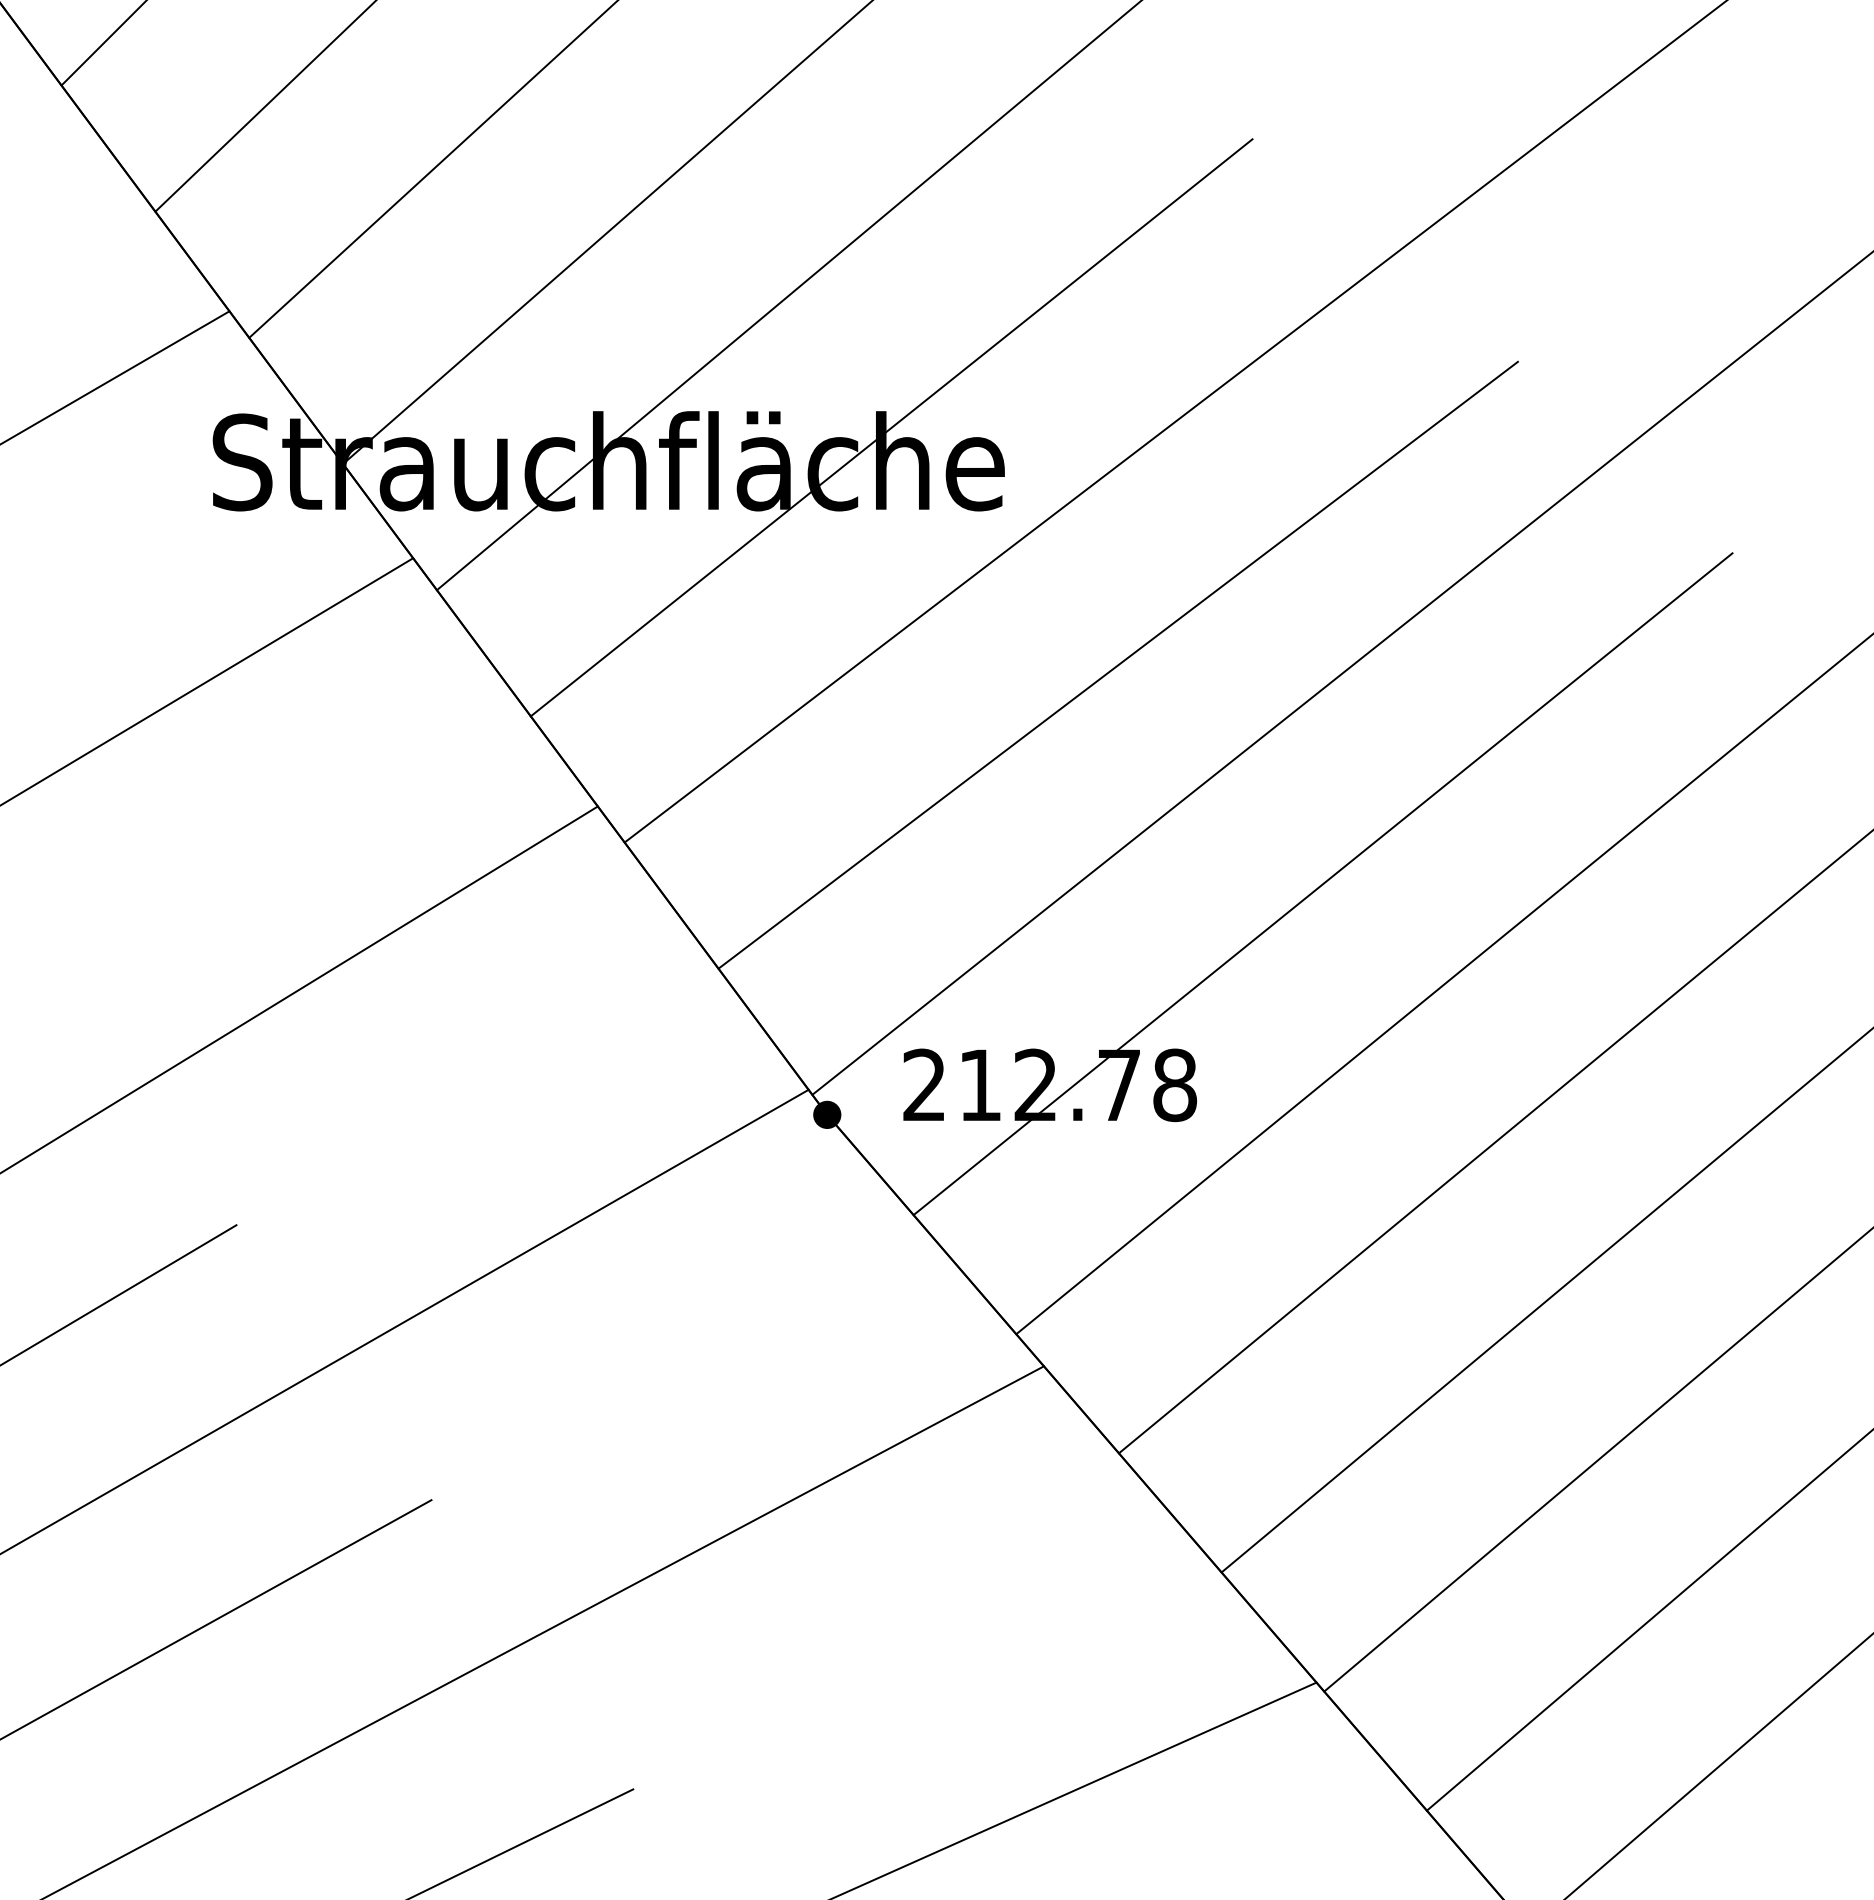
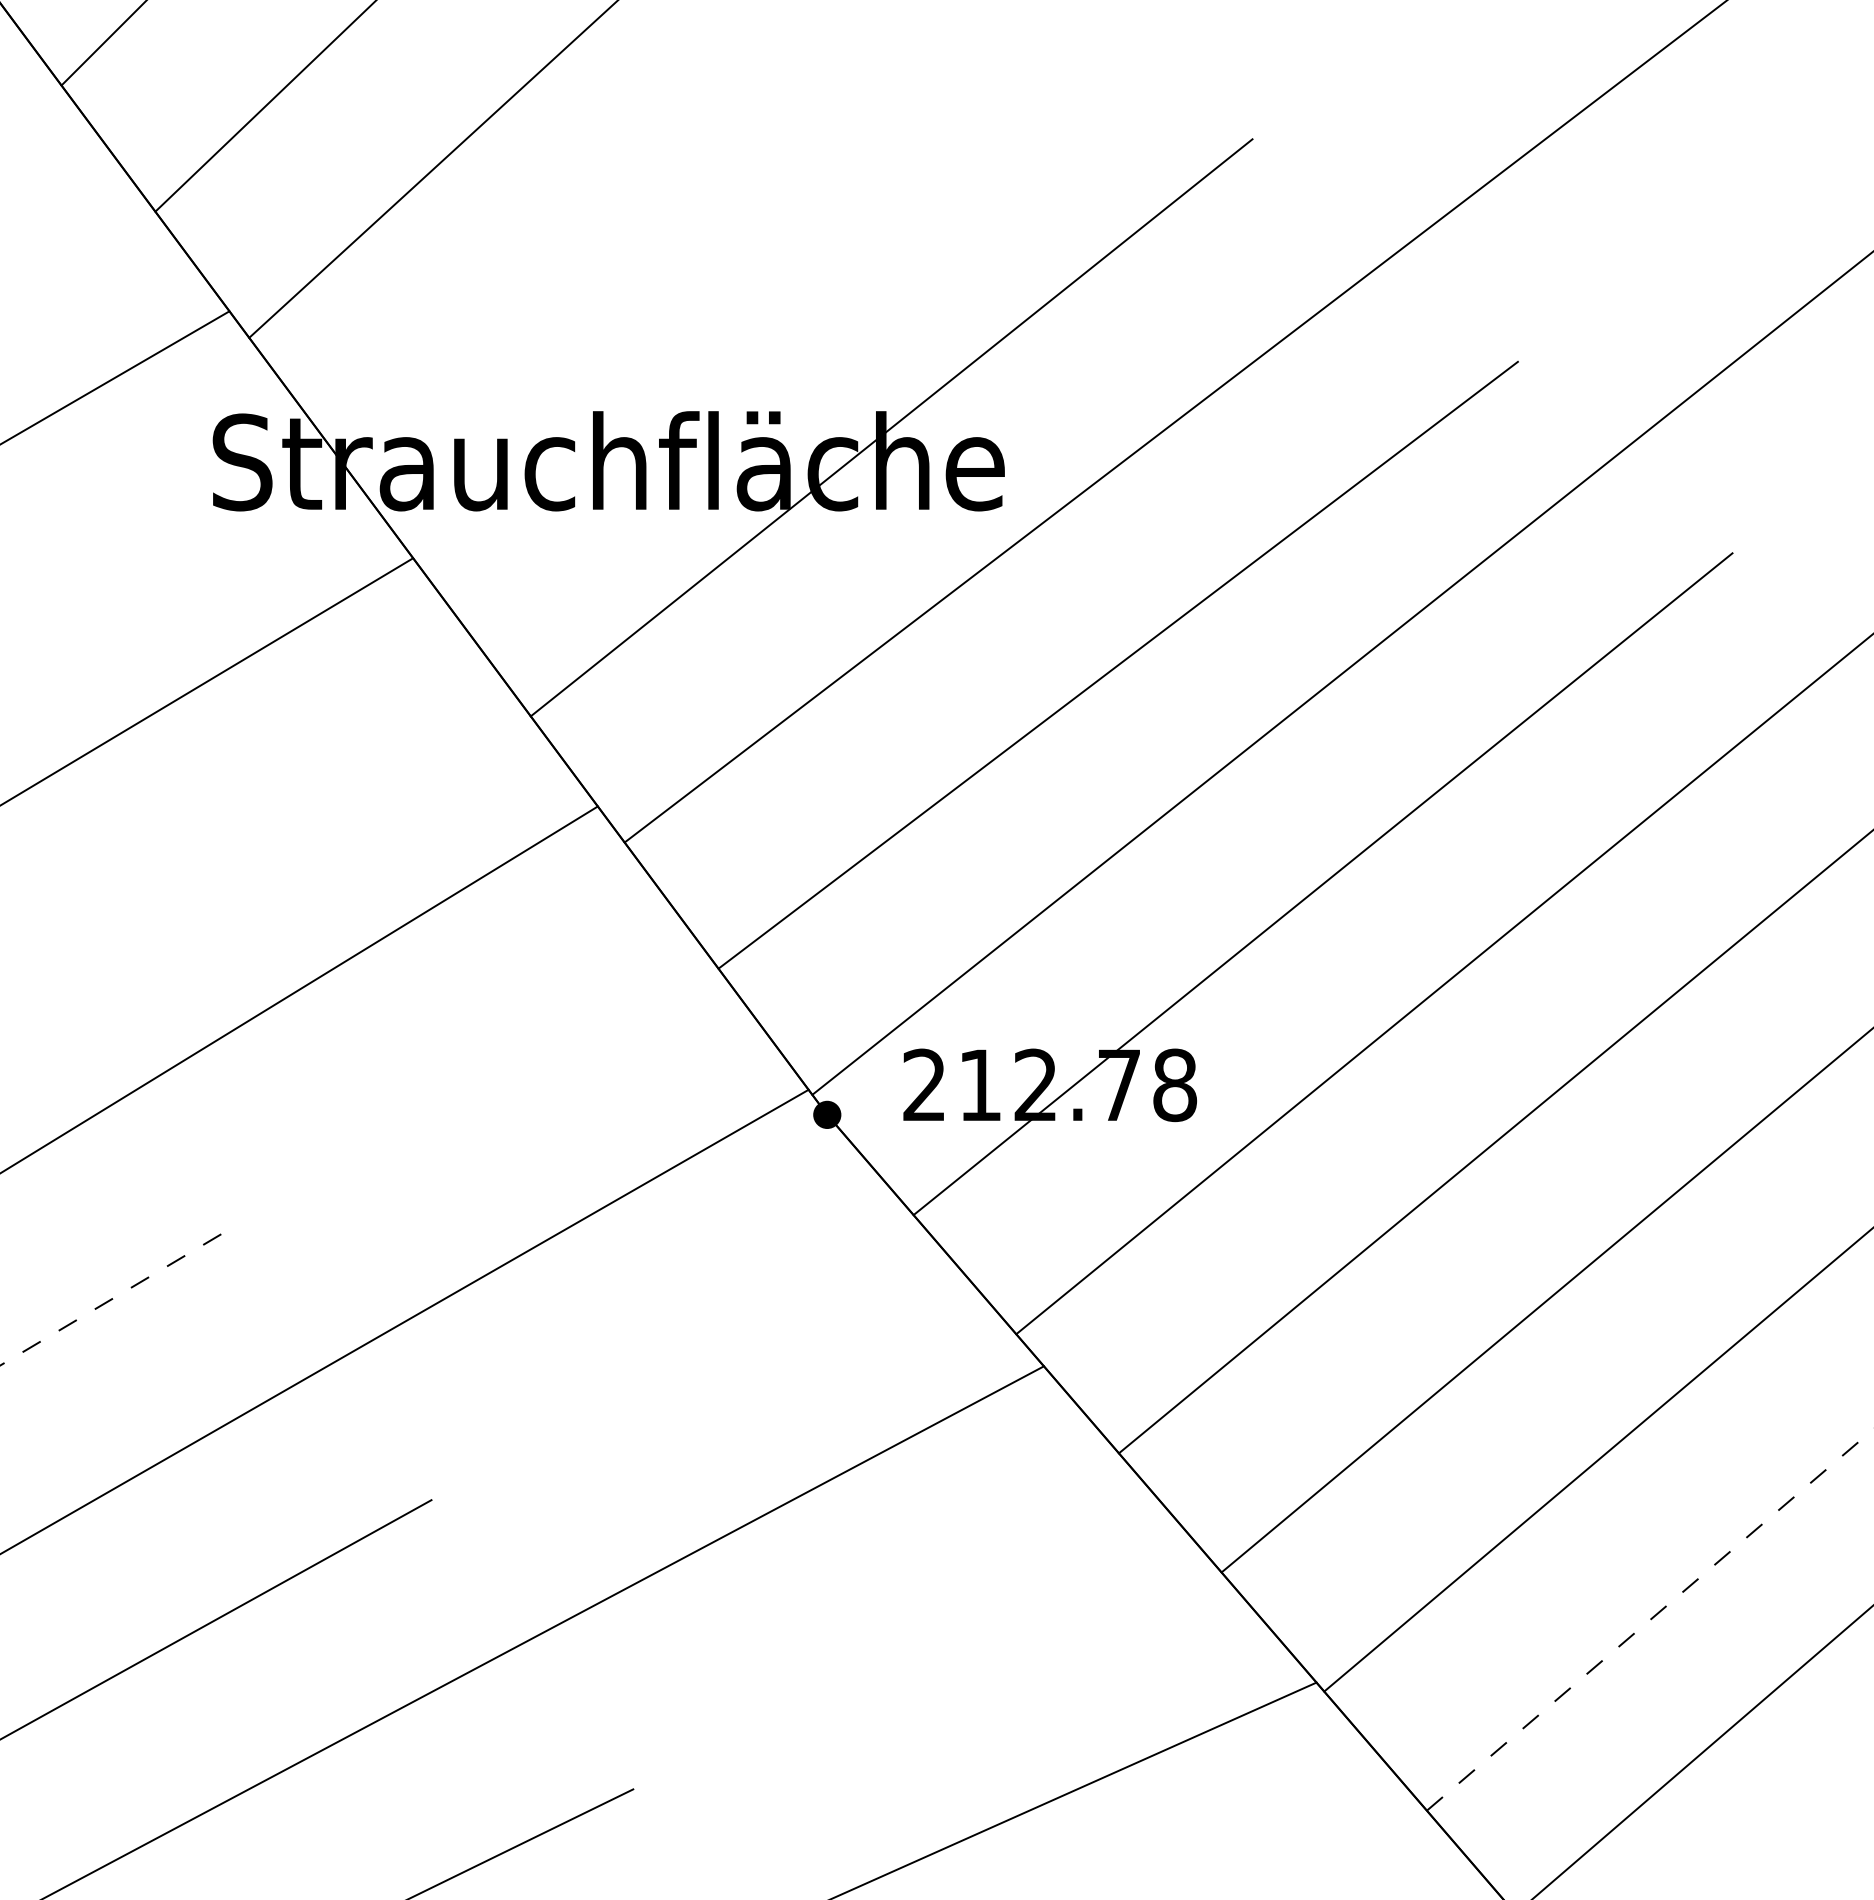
line at (606, 233): present -> none
line at (787, 296): present -> none
line at (118, 1295): solid -> dashed
line at (1650, 1619): solid -> dashed
line at (1719, 1765) position: (1719, 1765) -> (1702, 1752)
